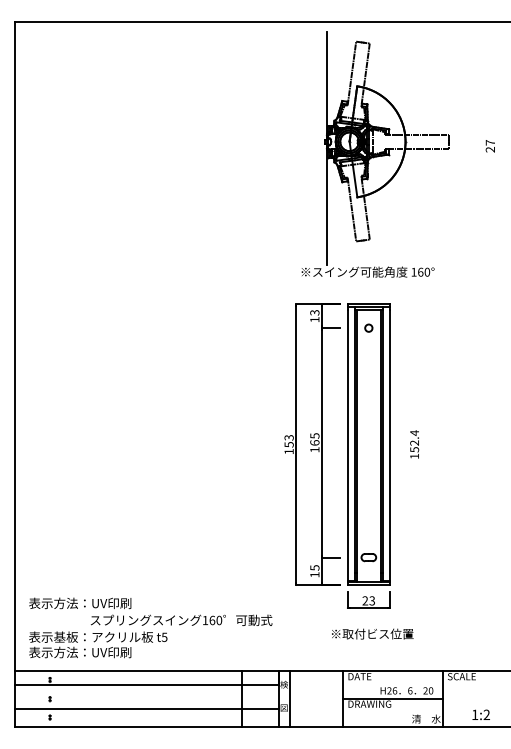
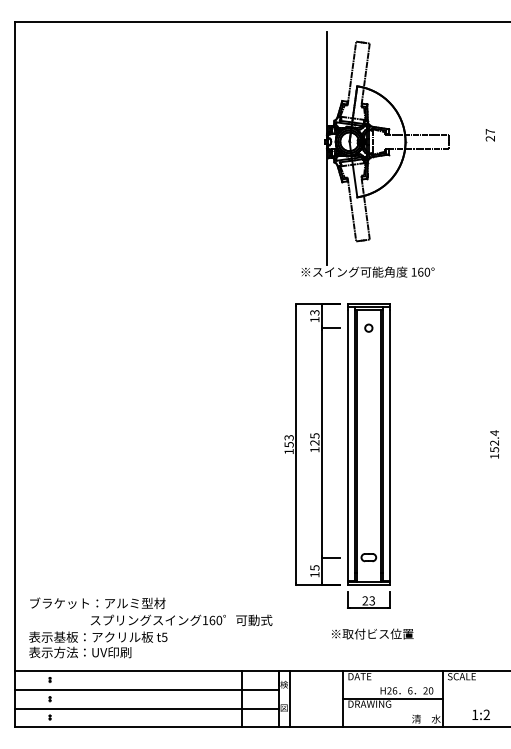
text at (489, 146) position: (489, 146) -> (489, 135)
text at (314, 442): 165 -> 125
text at (414, 444) position: (414, 444) -> (494, 444)
text at (97, 603): 表示方法：UV印刷 -> ブラケット：アルミ型材
line at (146, 684) position: (146, 684) -> (146, 689)
